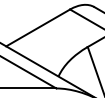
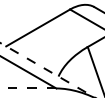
line at (47, 70): solid -> dashed
line at (28, 88): solid -> dashed
